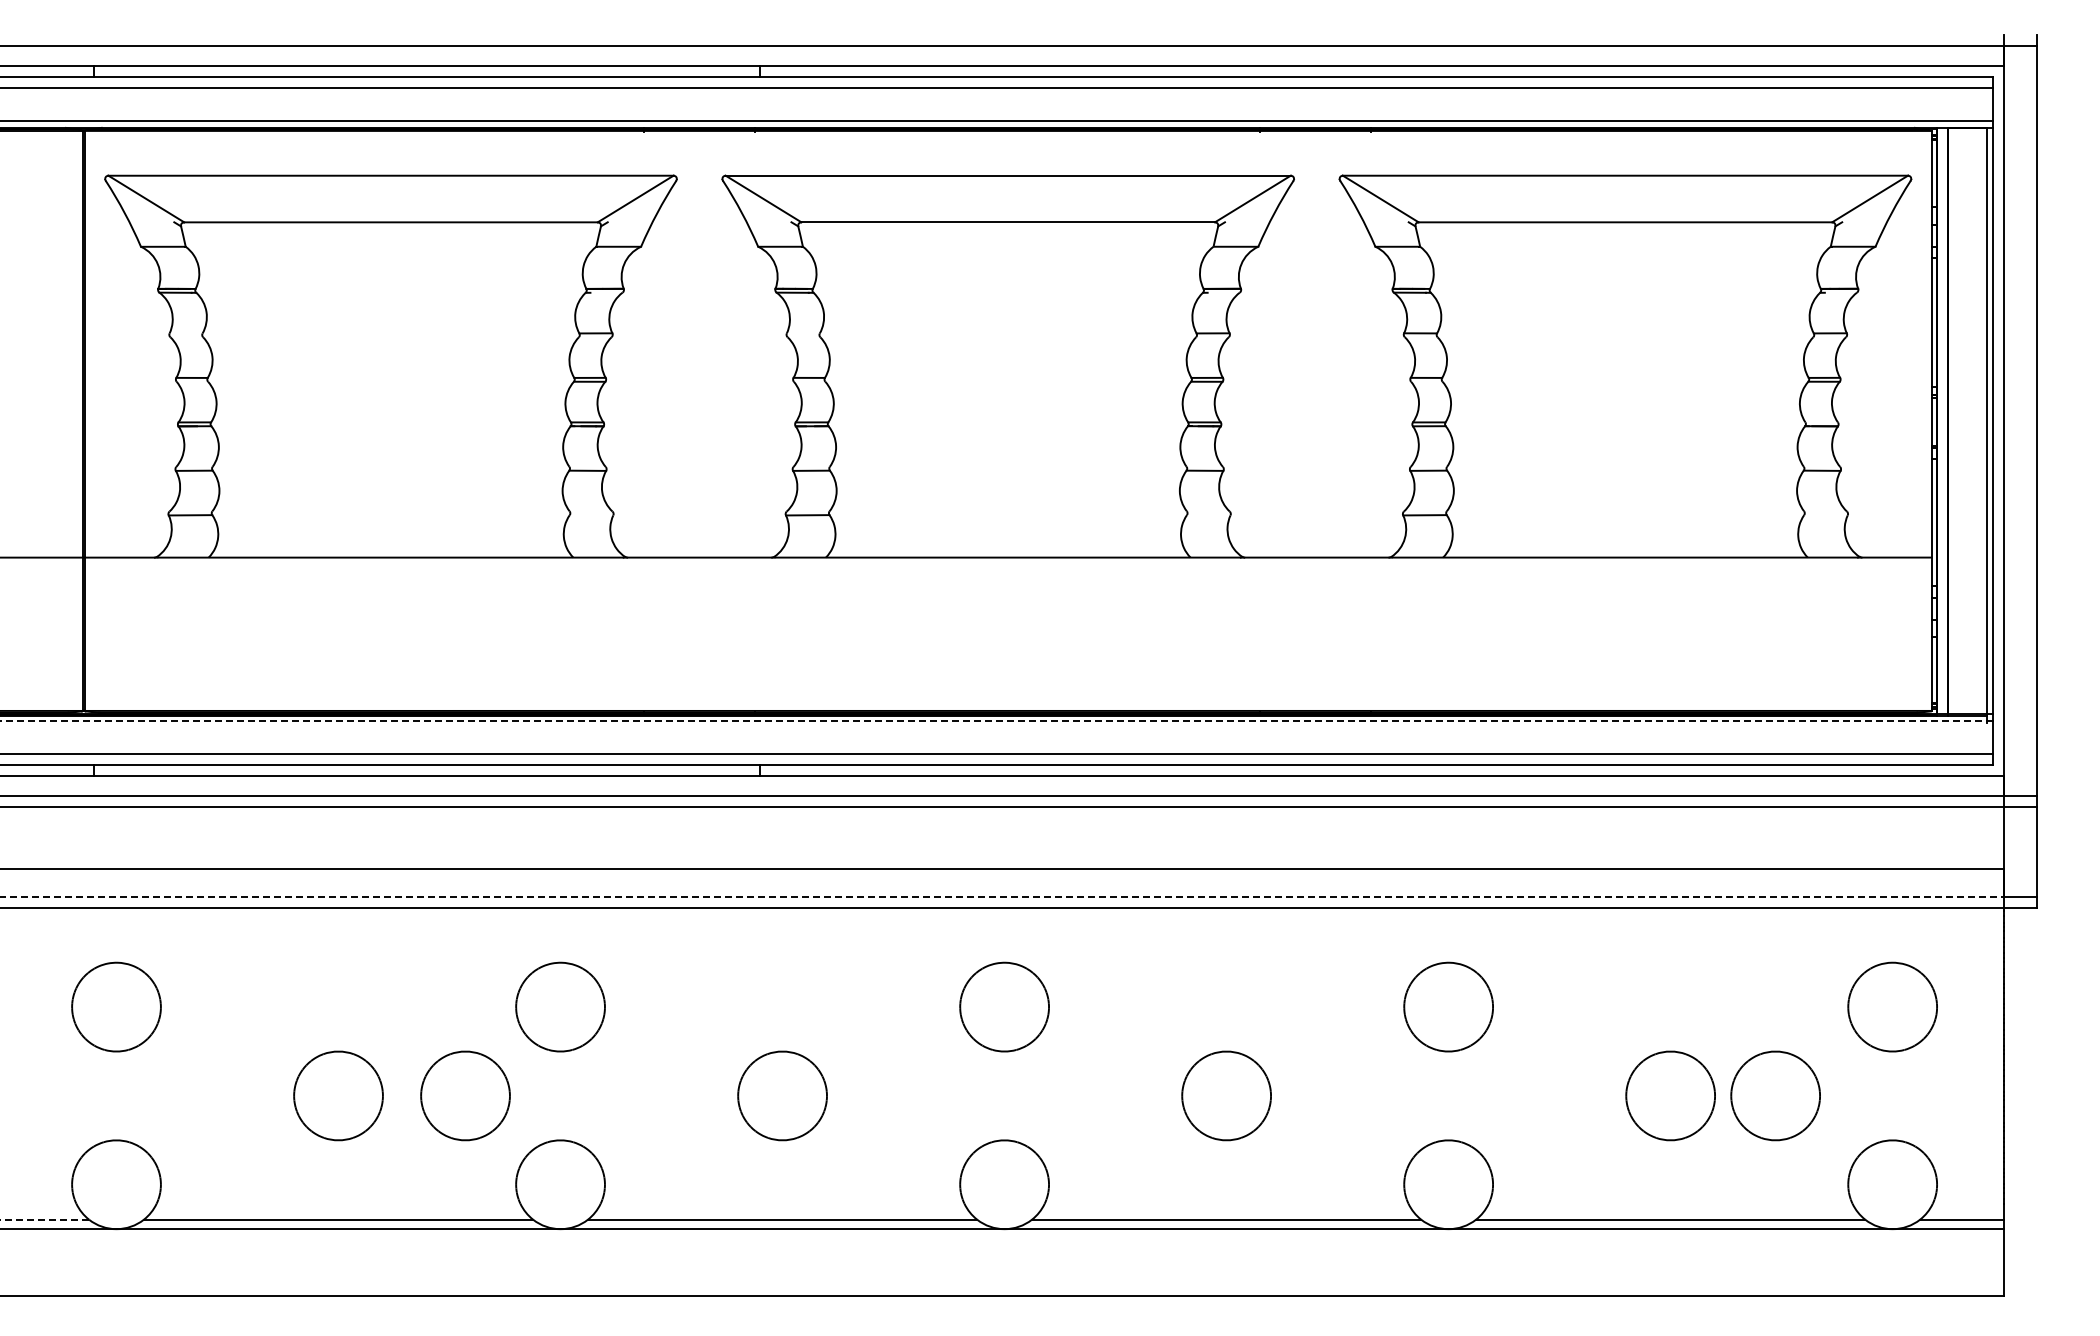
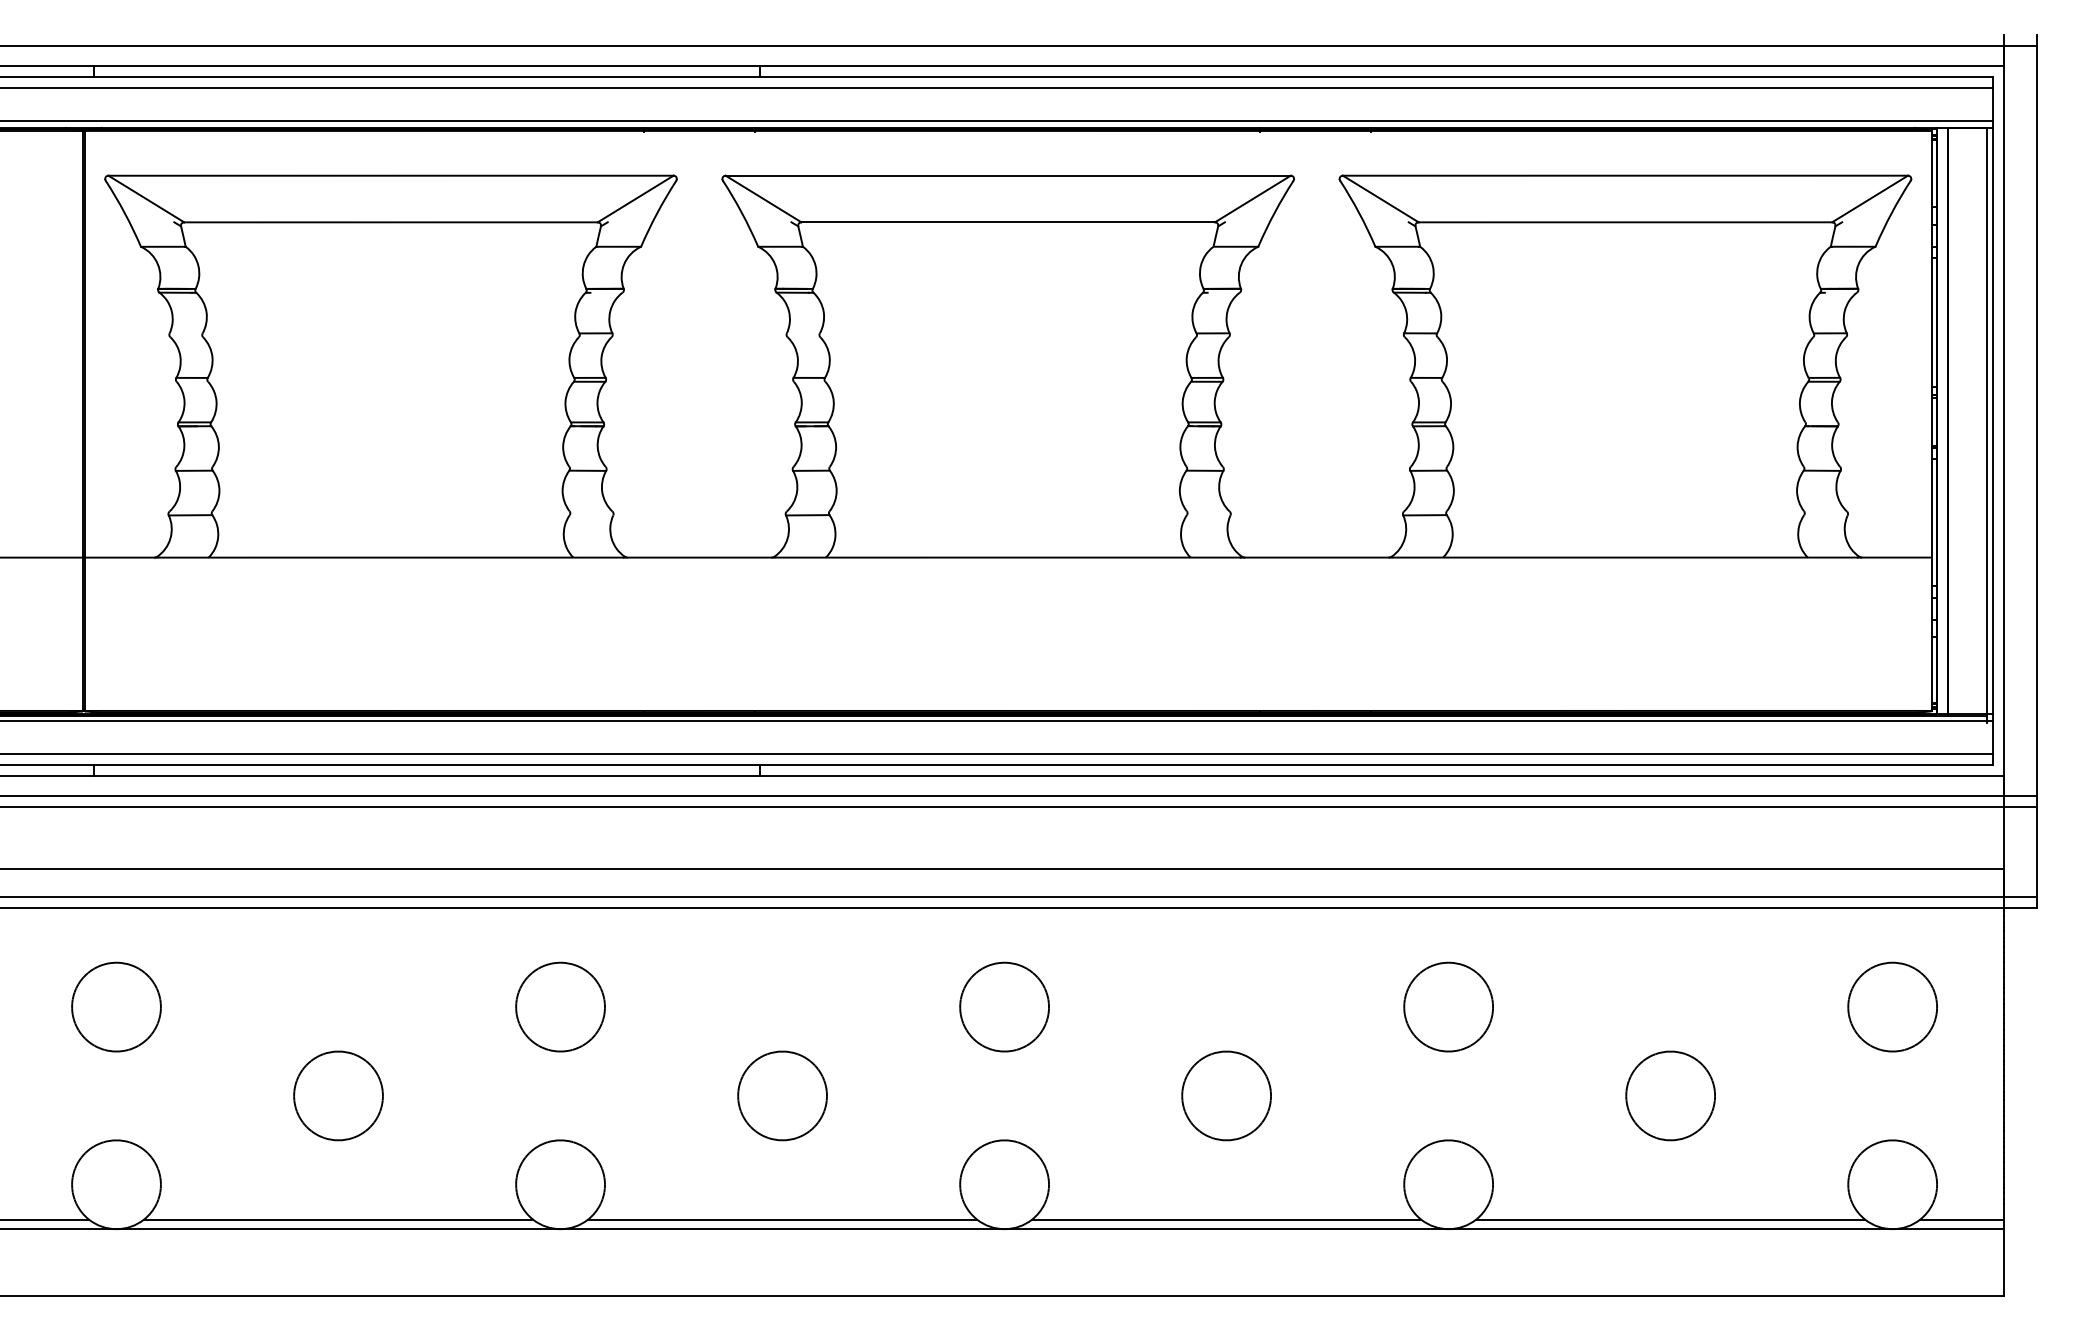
line at (996, 720): dashed -> solid
line at (1002, 897): dashed -> solid
part at (465, 1095): present -> none
part at (1775, 1095): present -> none
line at (44, 1219): dashed -> solid
